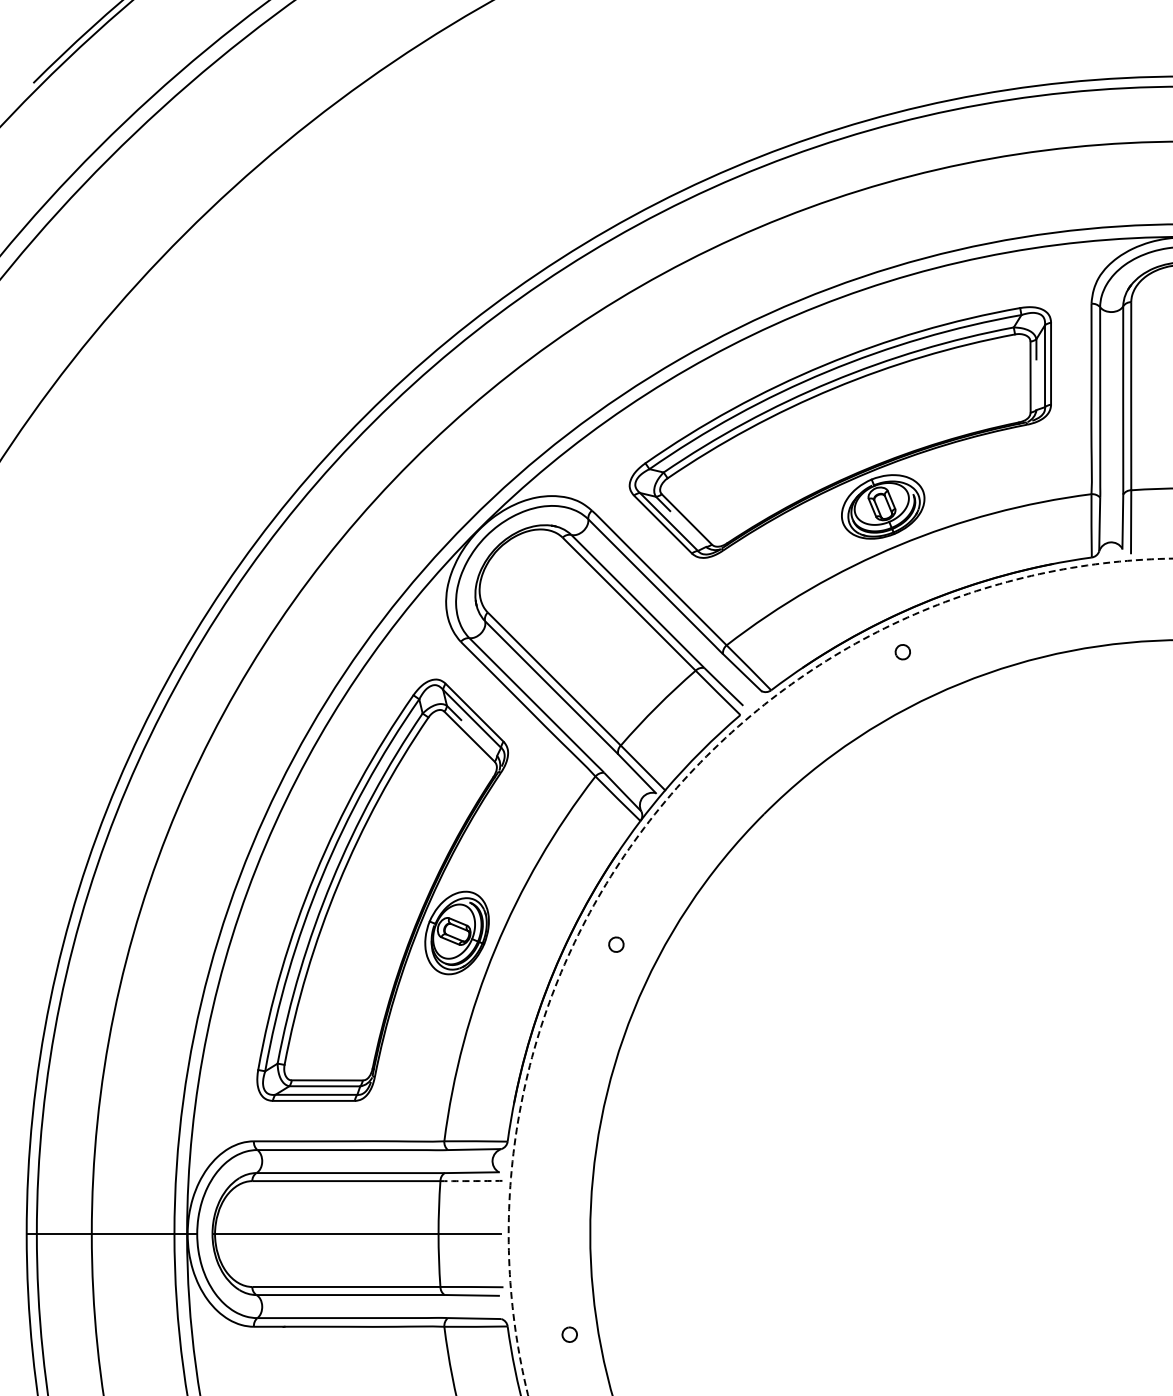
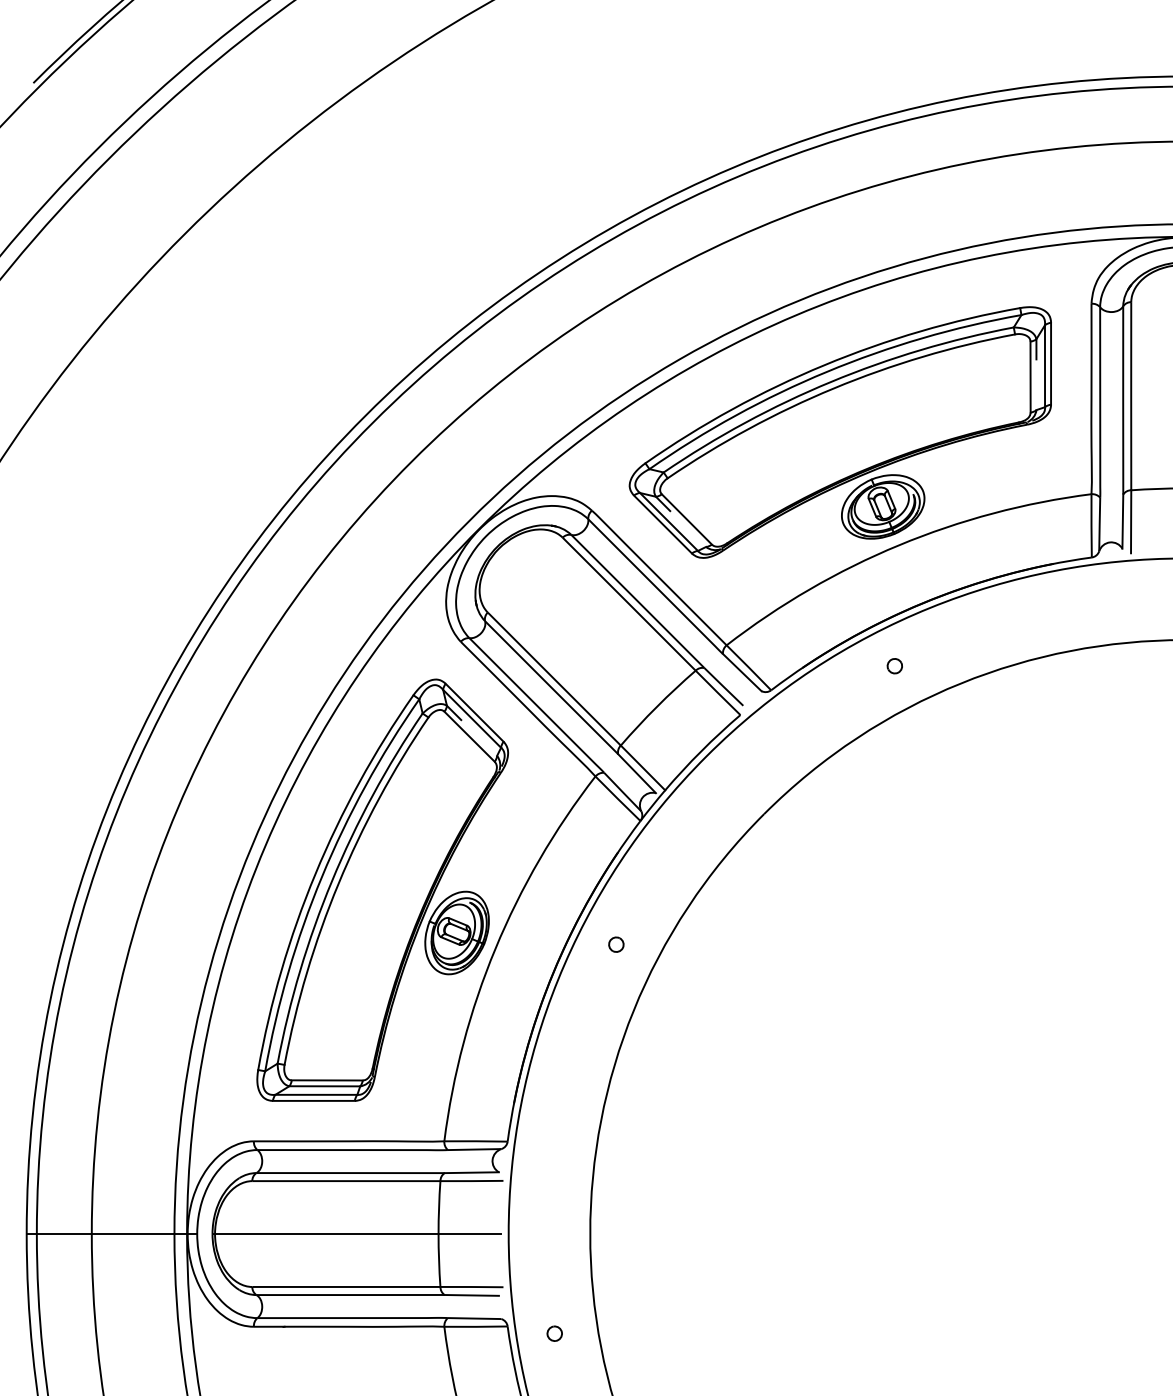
part at (902, 652) position: (902, 652) -> (894, 666)
arc at (648, 822): dashed -> solid
arc at (471, 1181): dashed -> solid
part at (569, 1334) position: (569, 1334) -> (554, 1333)
